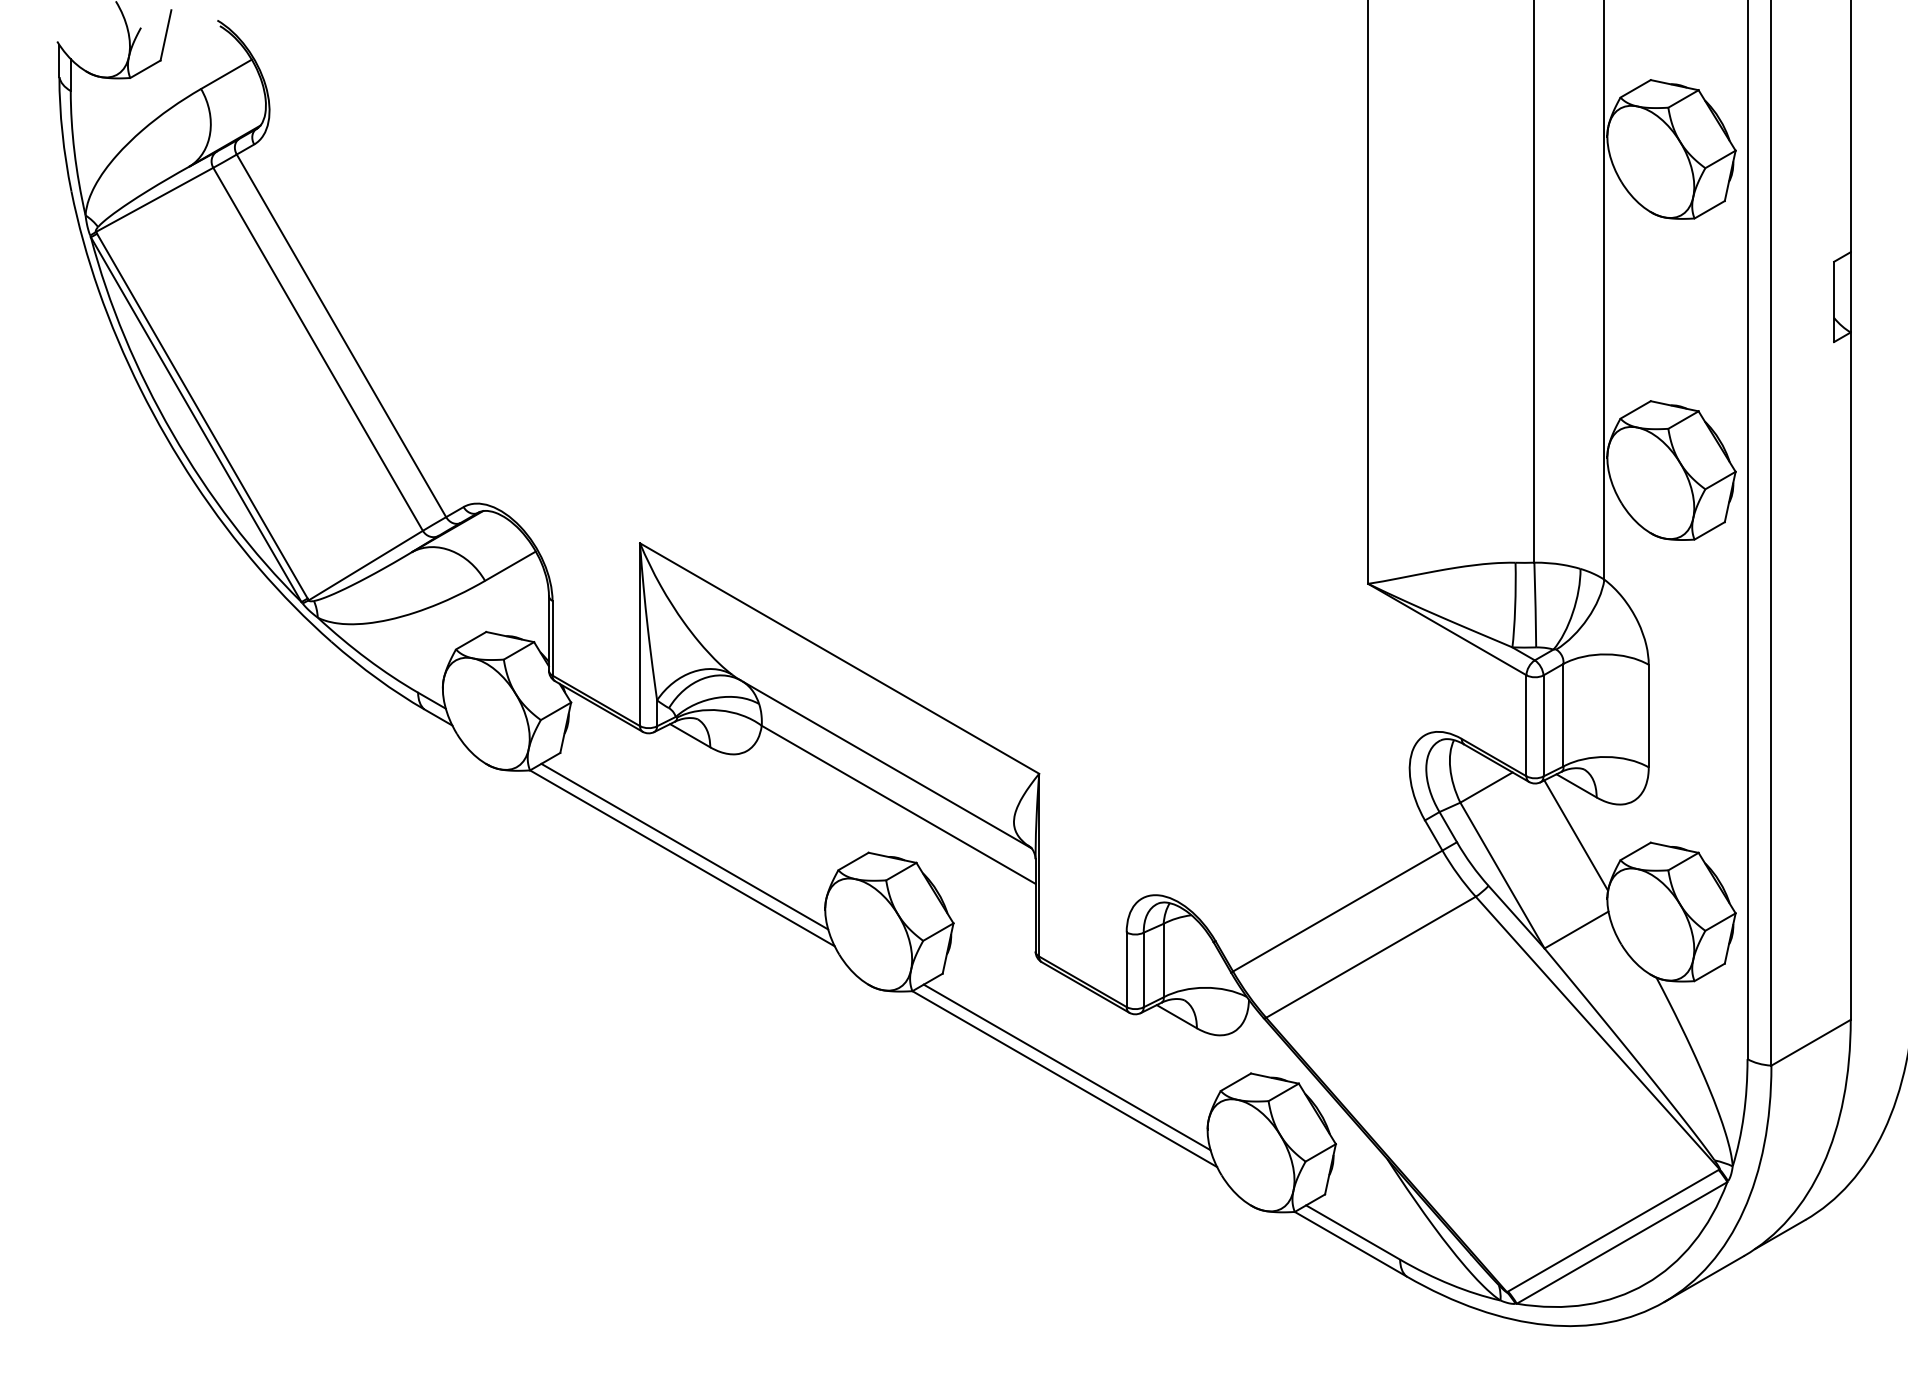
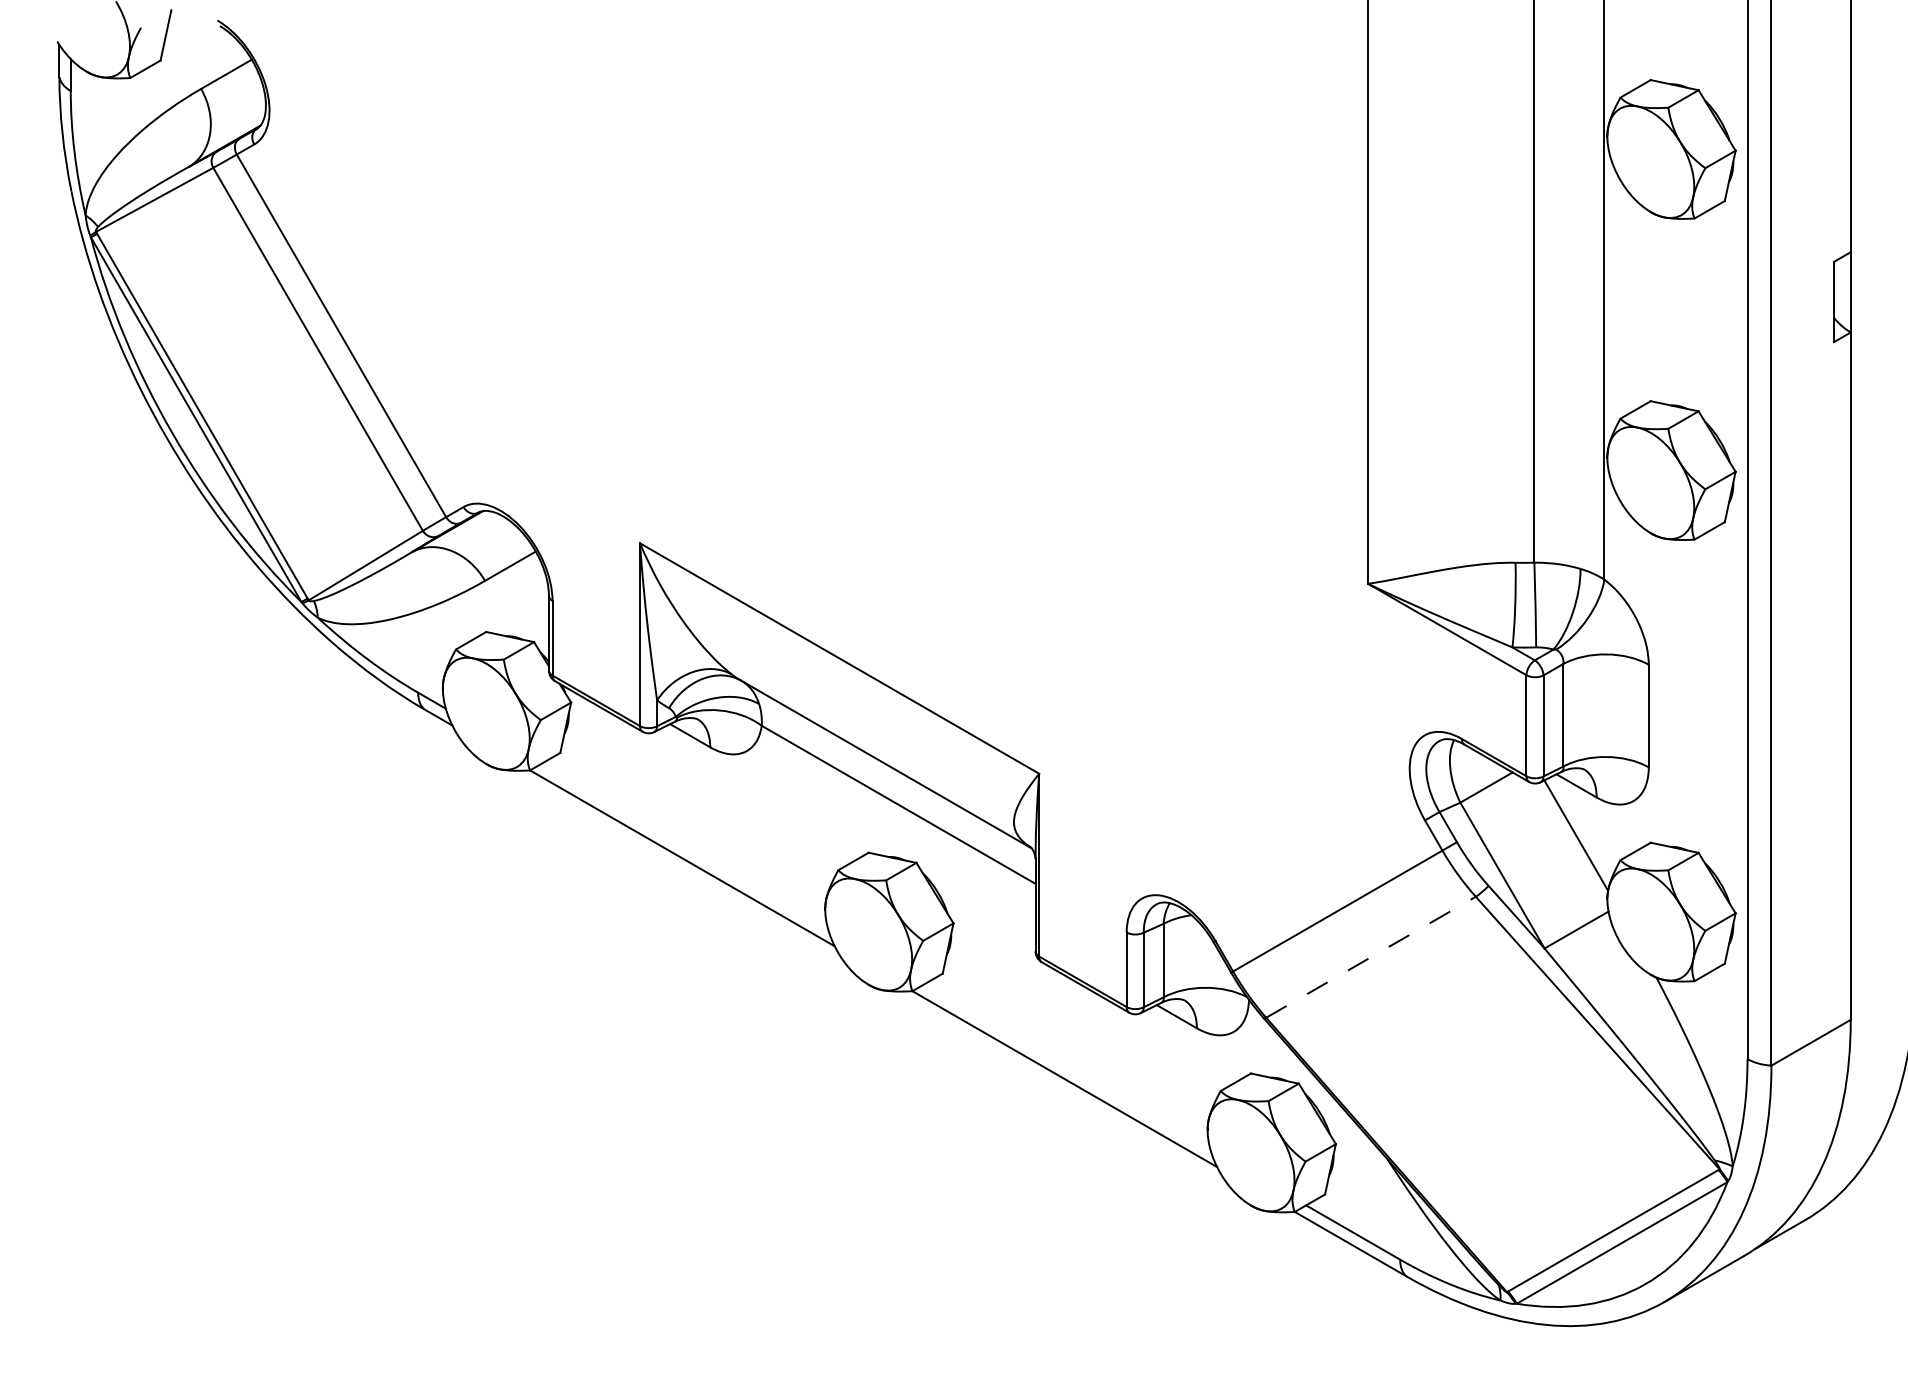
line at (684, 846): present -> none
line at (1371, 957): solid -> dashed
line at (1066, 1067): present -> none
